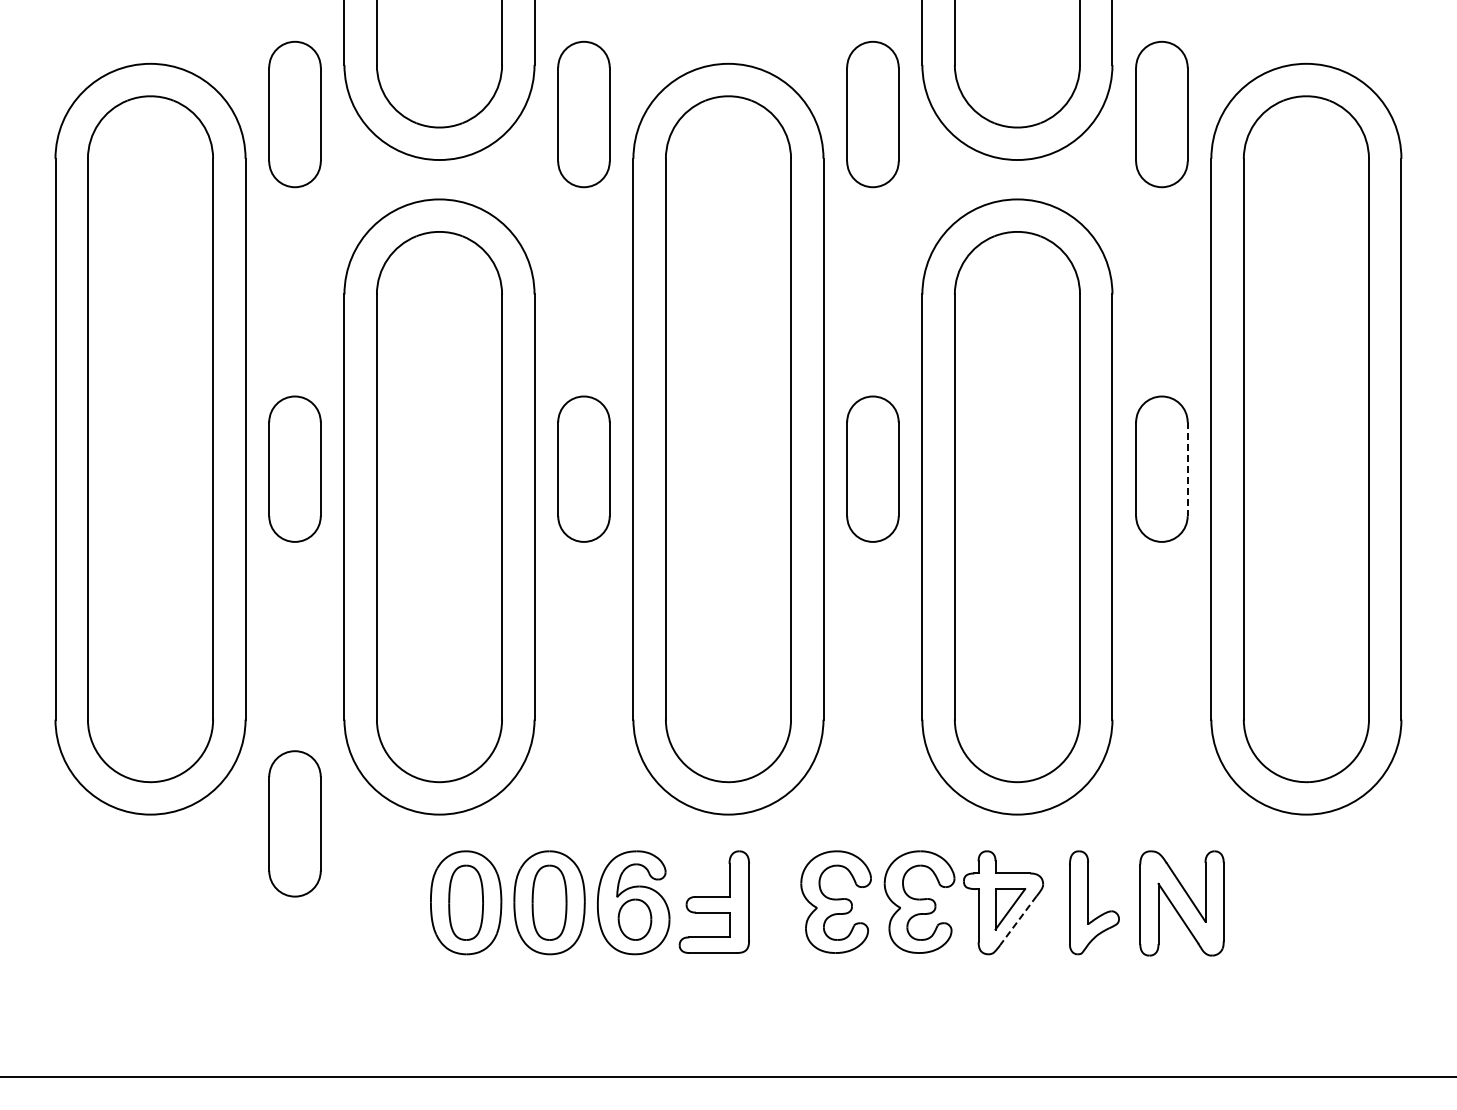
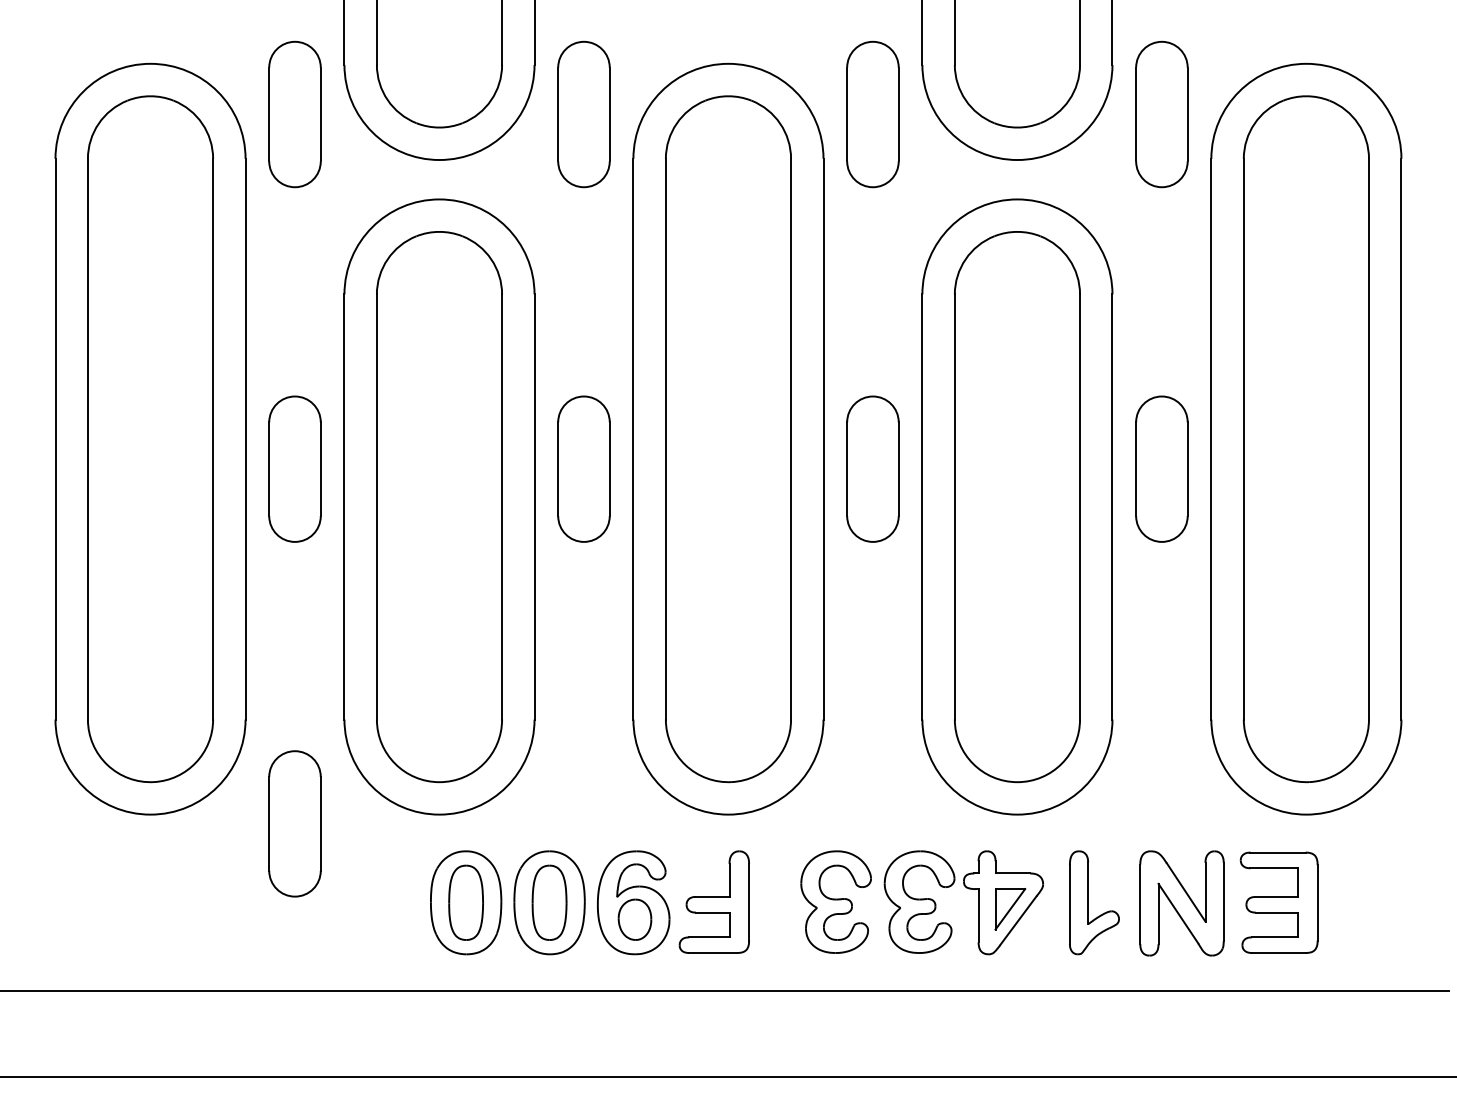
line at (1187, 469): dashed -> solid
part at (1278, 902): none -> present
line at (1018, 921): dashed -> solid
line at (725, 990): none -> present
